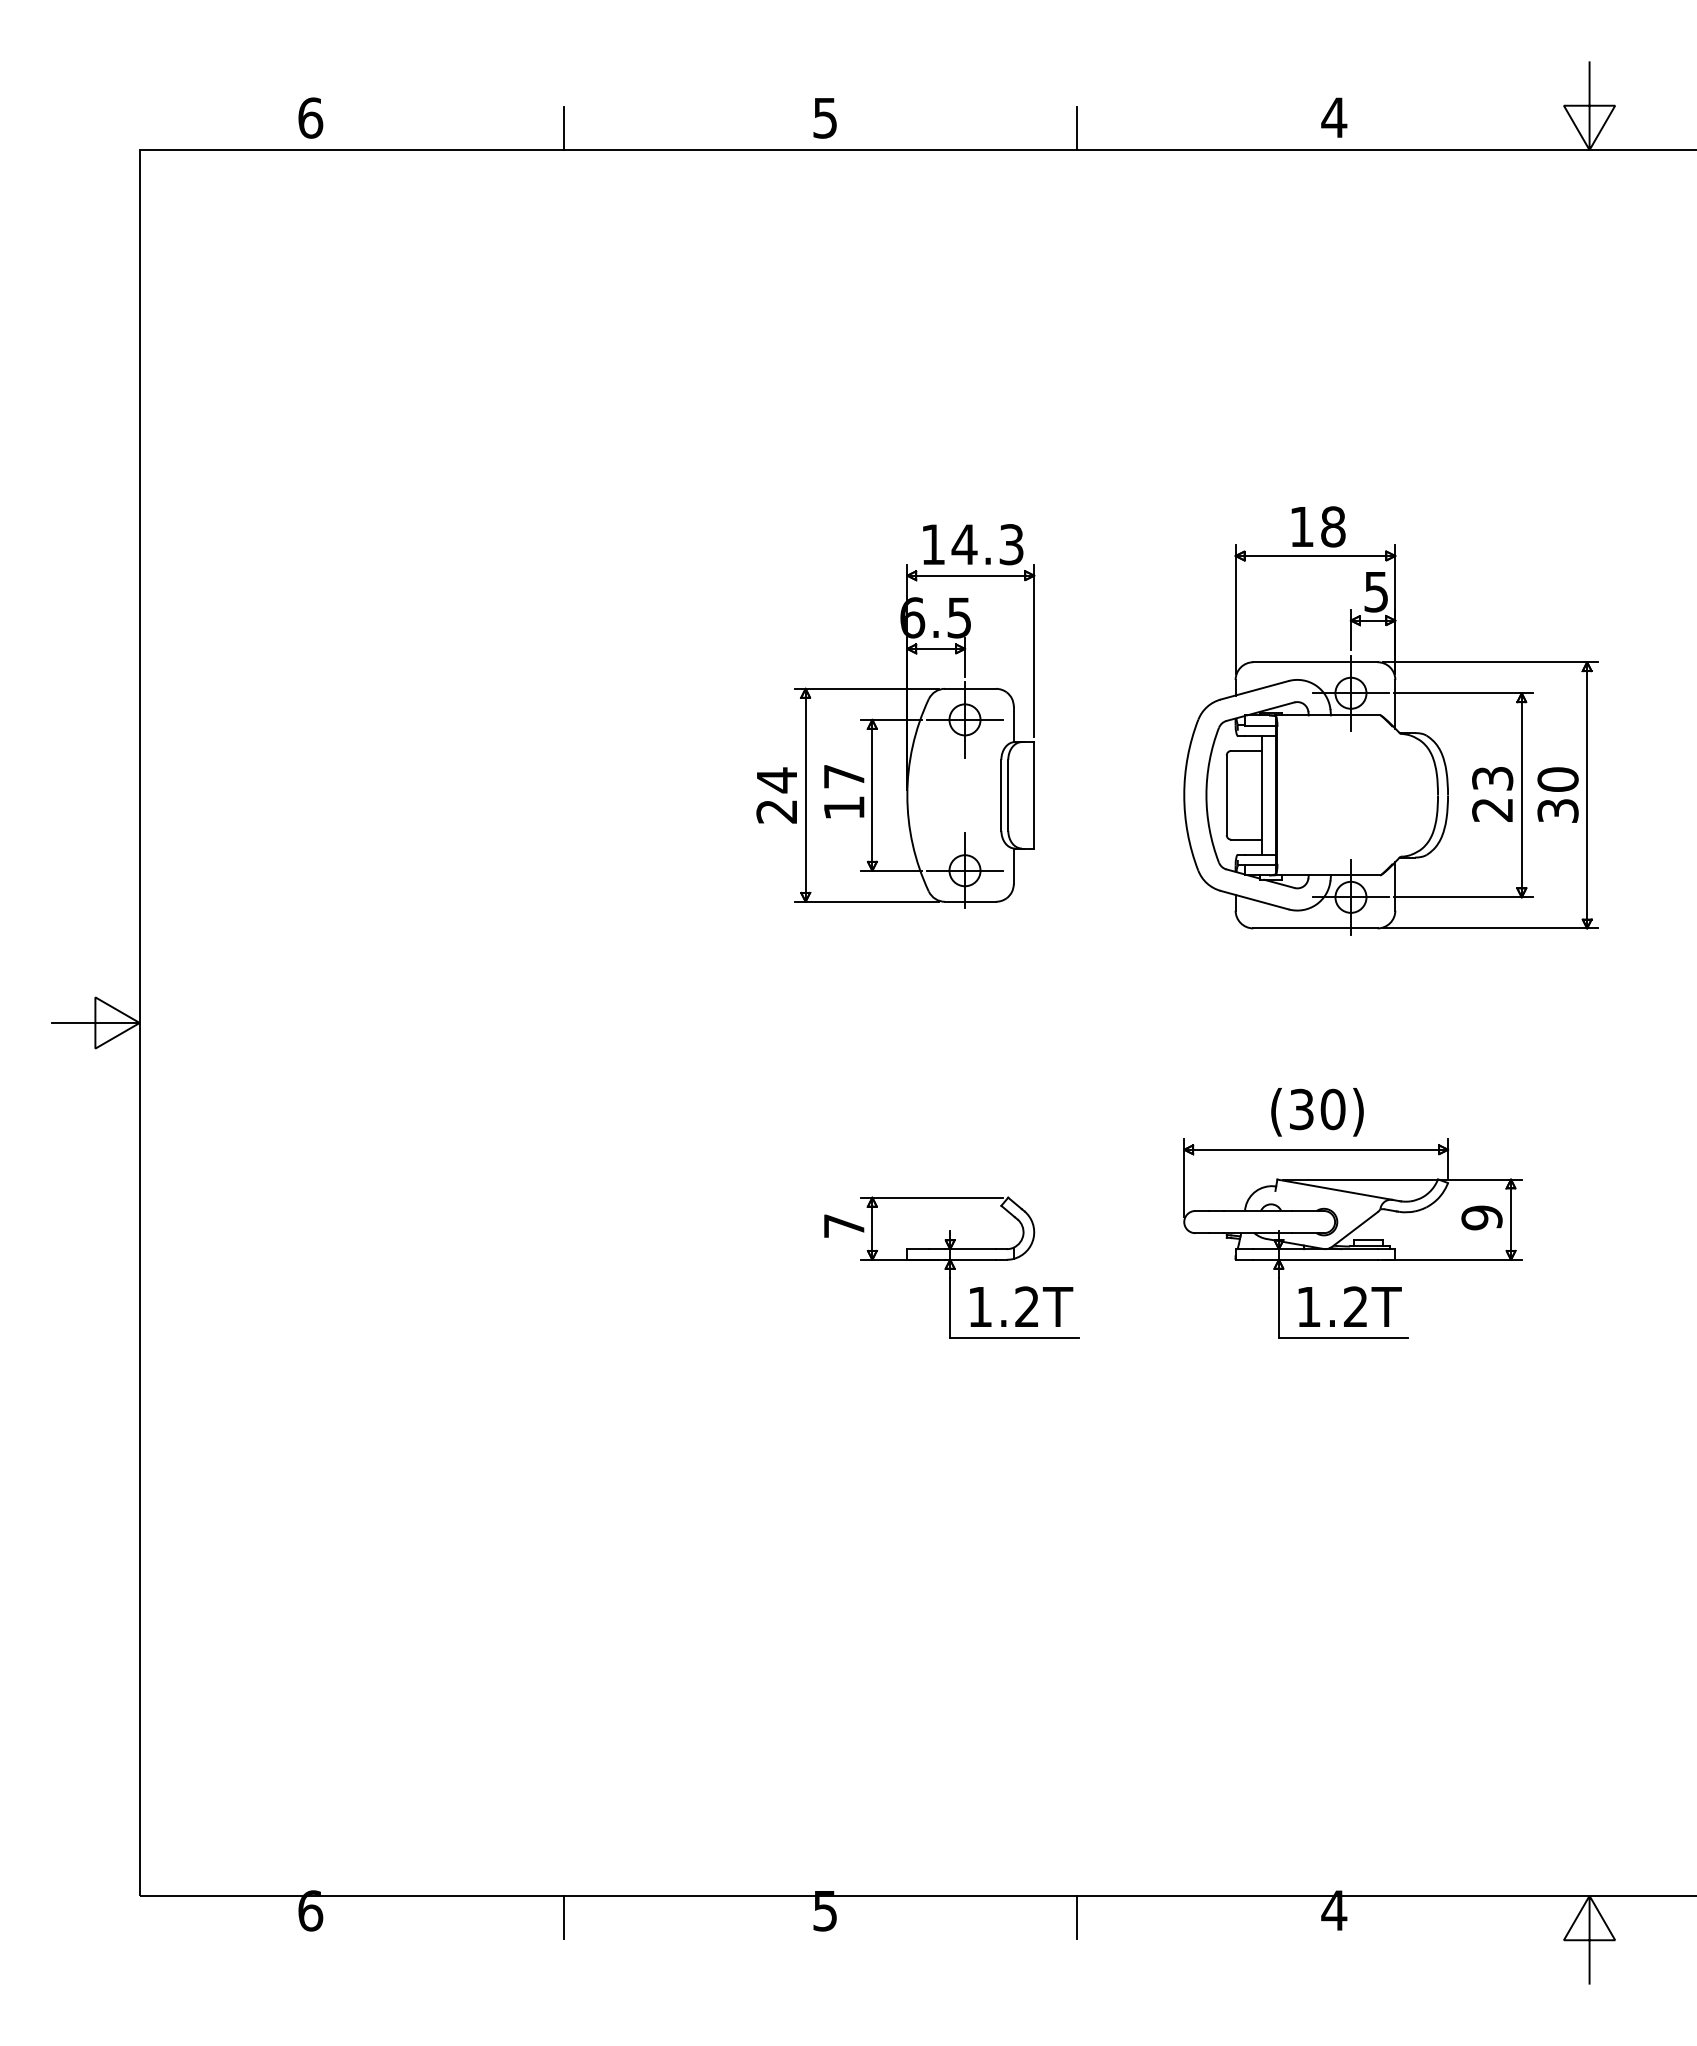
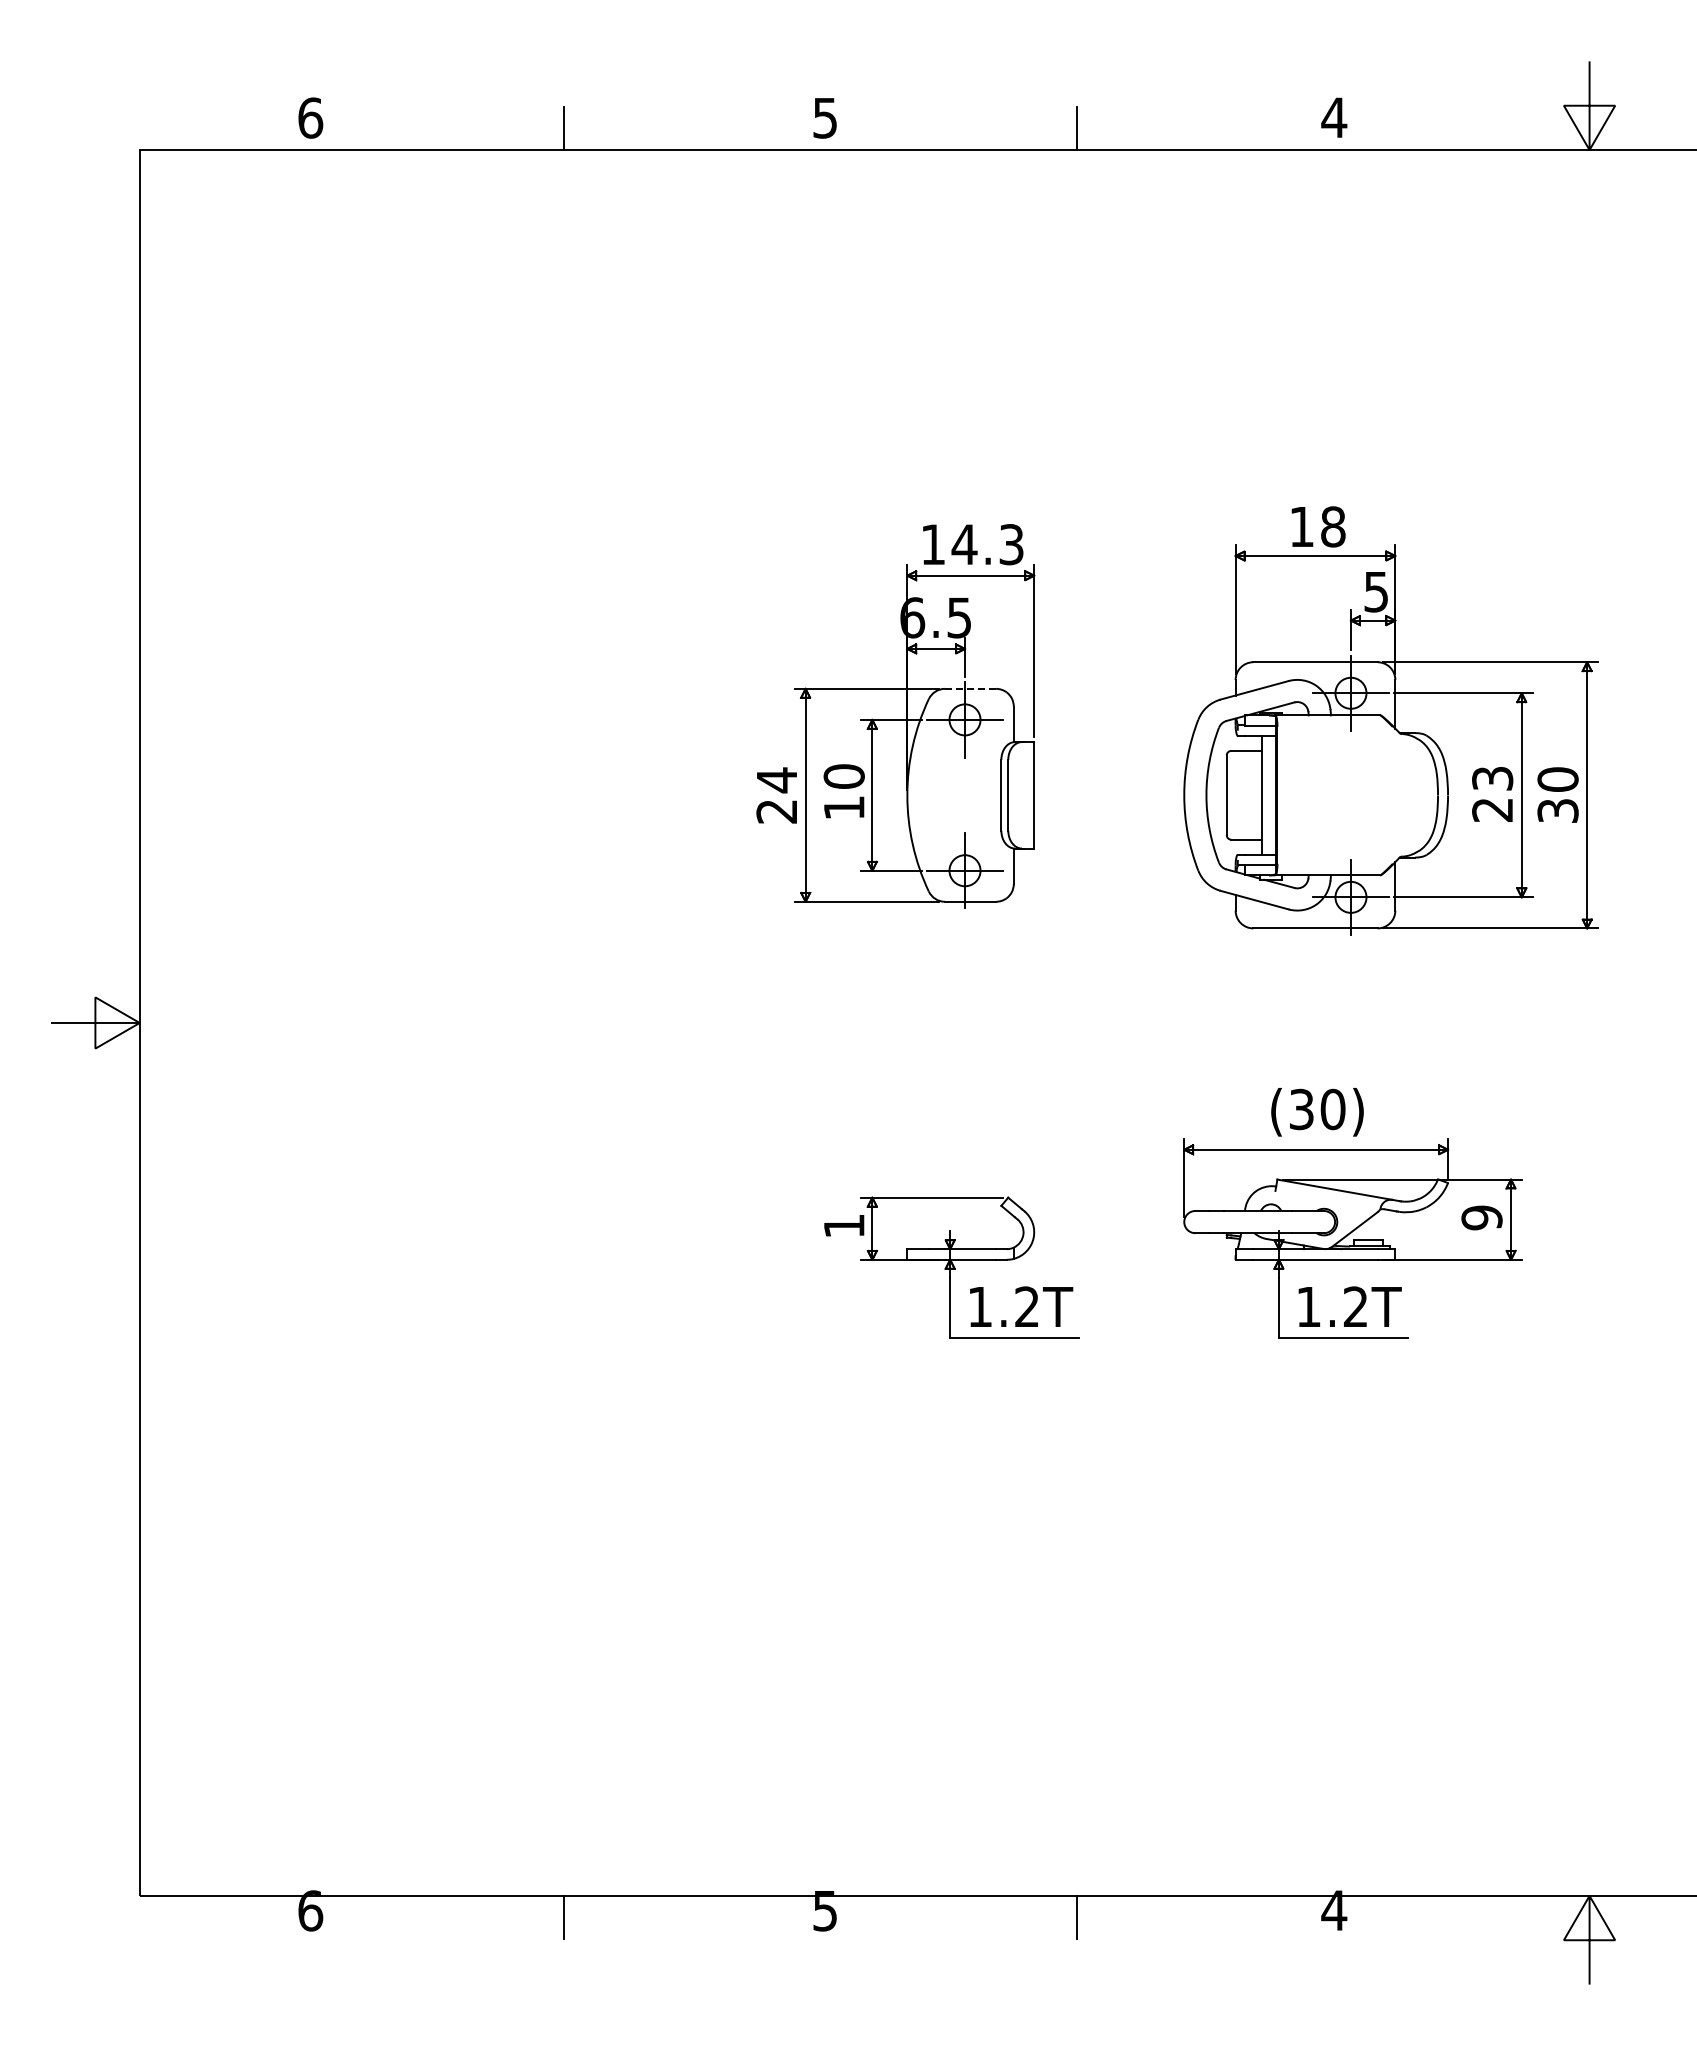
line at (970, 688): solid -> dashed
text at (843, 776): 17 -> 10
text at (844, 1225): 7 -> 1
